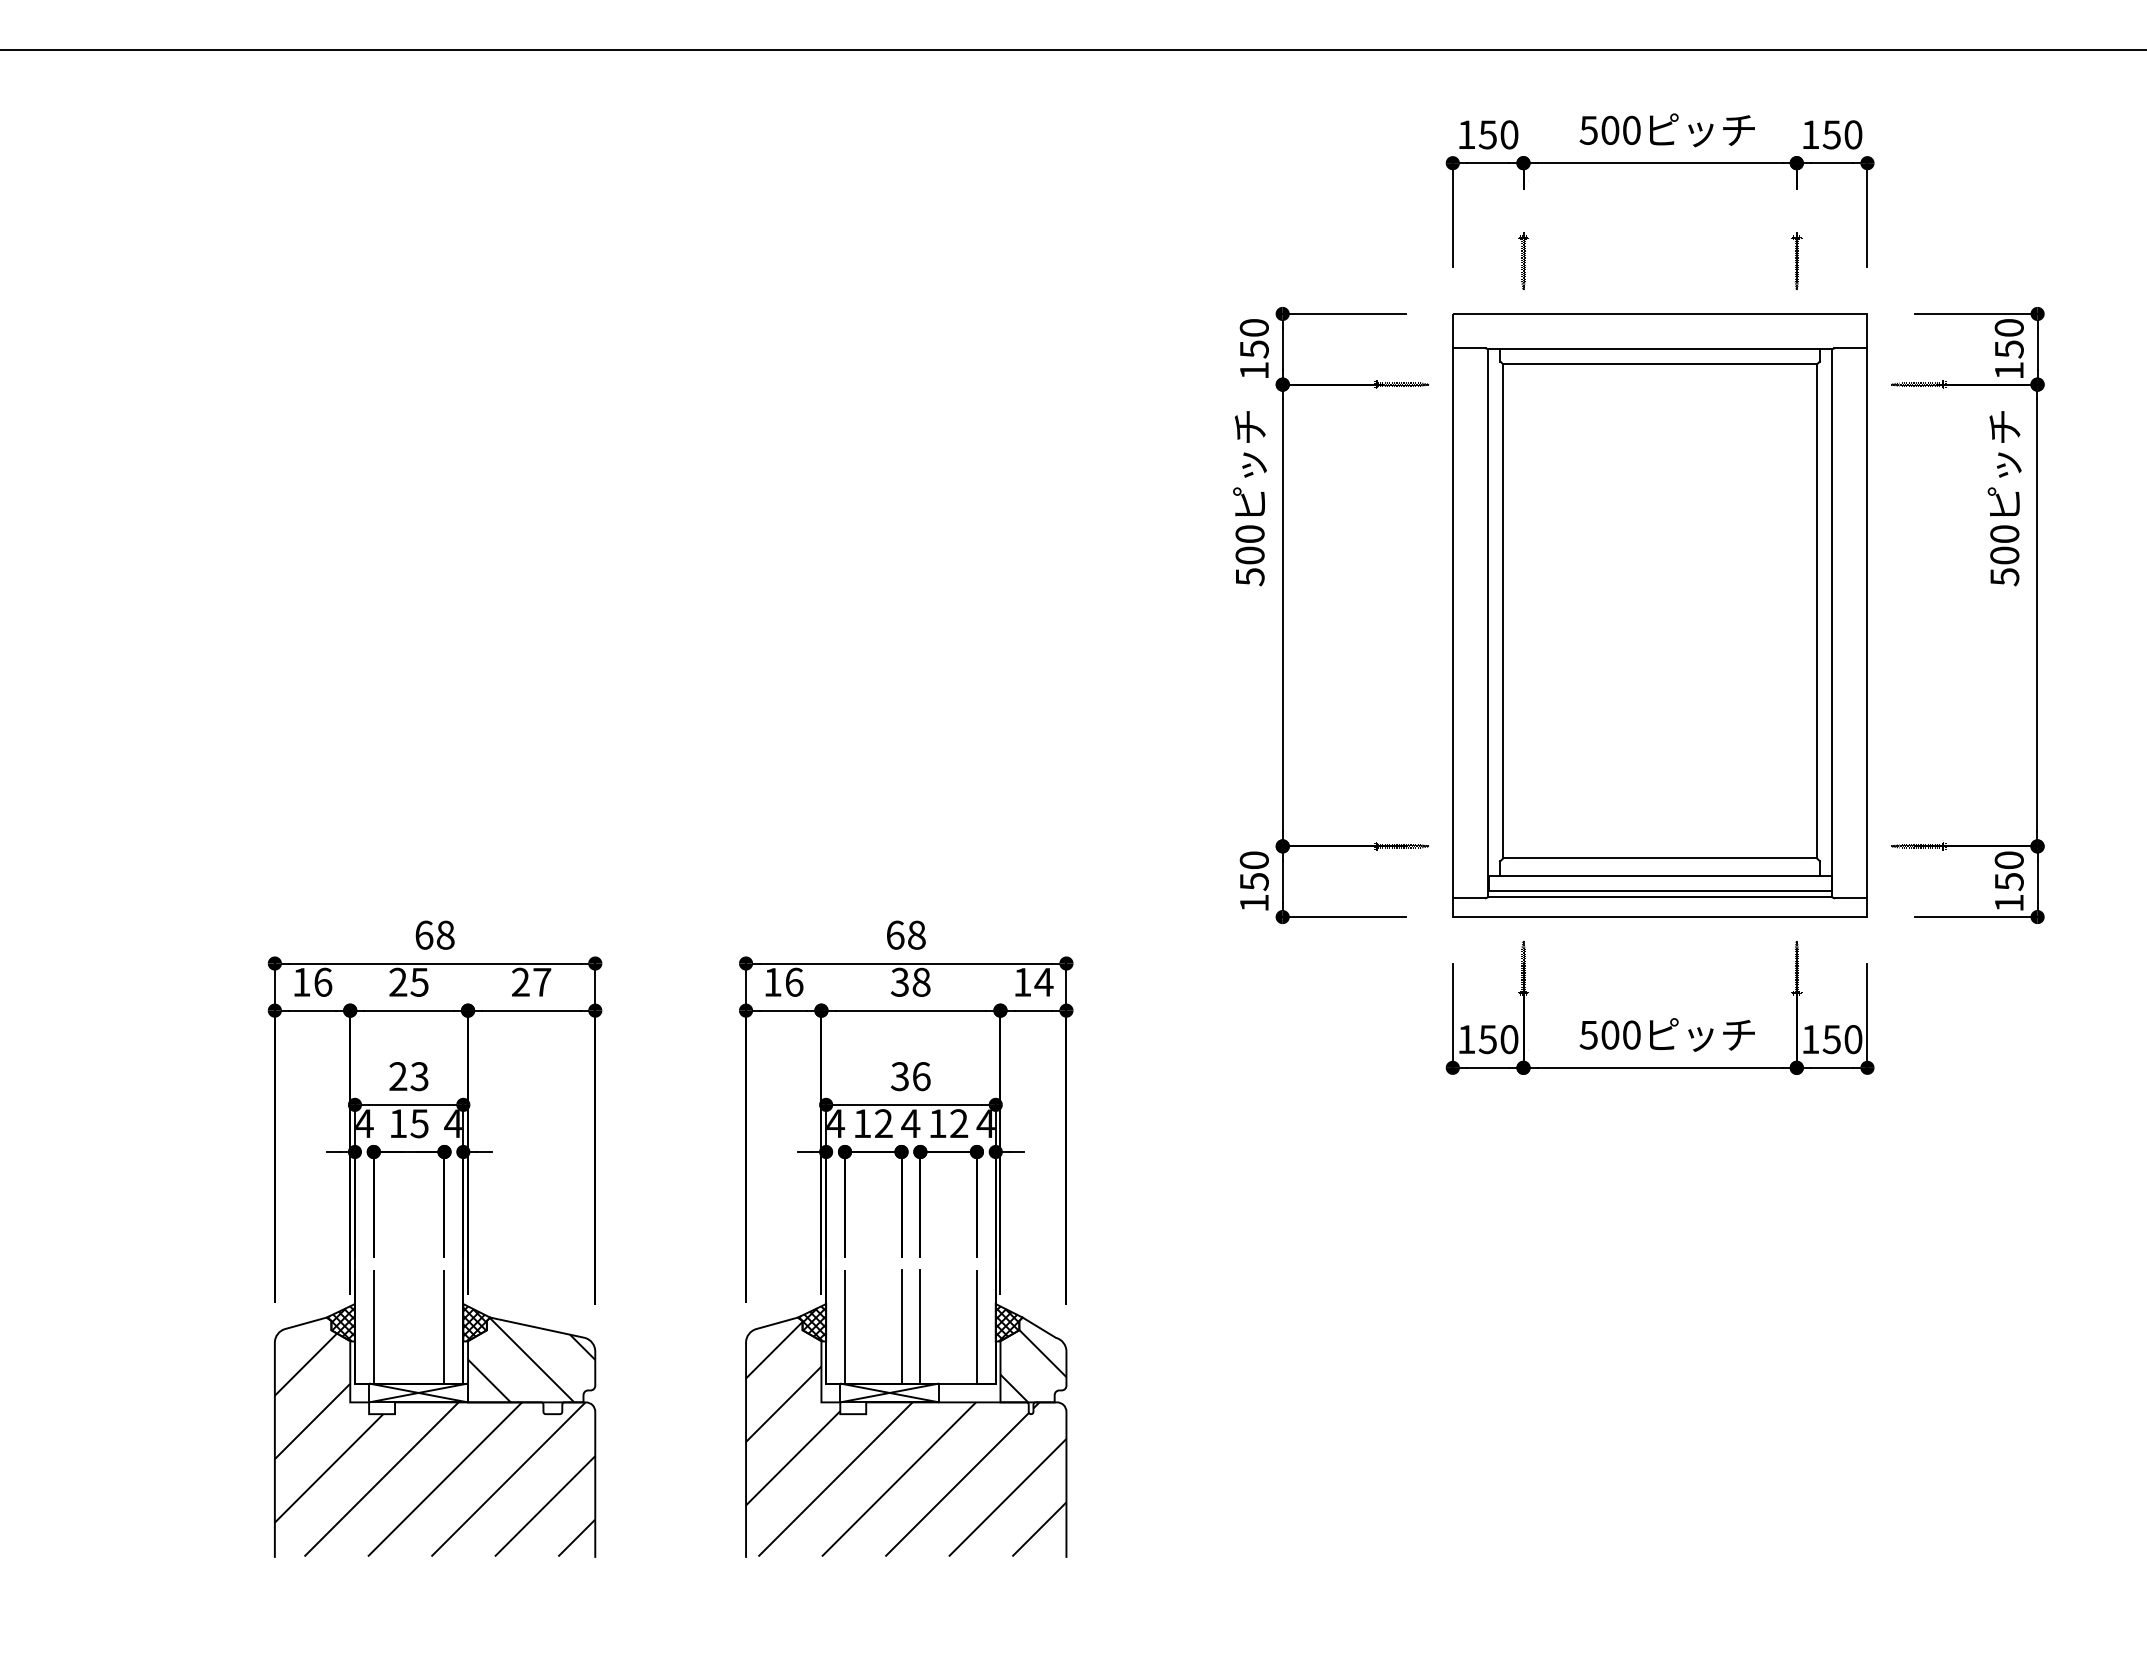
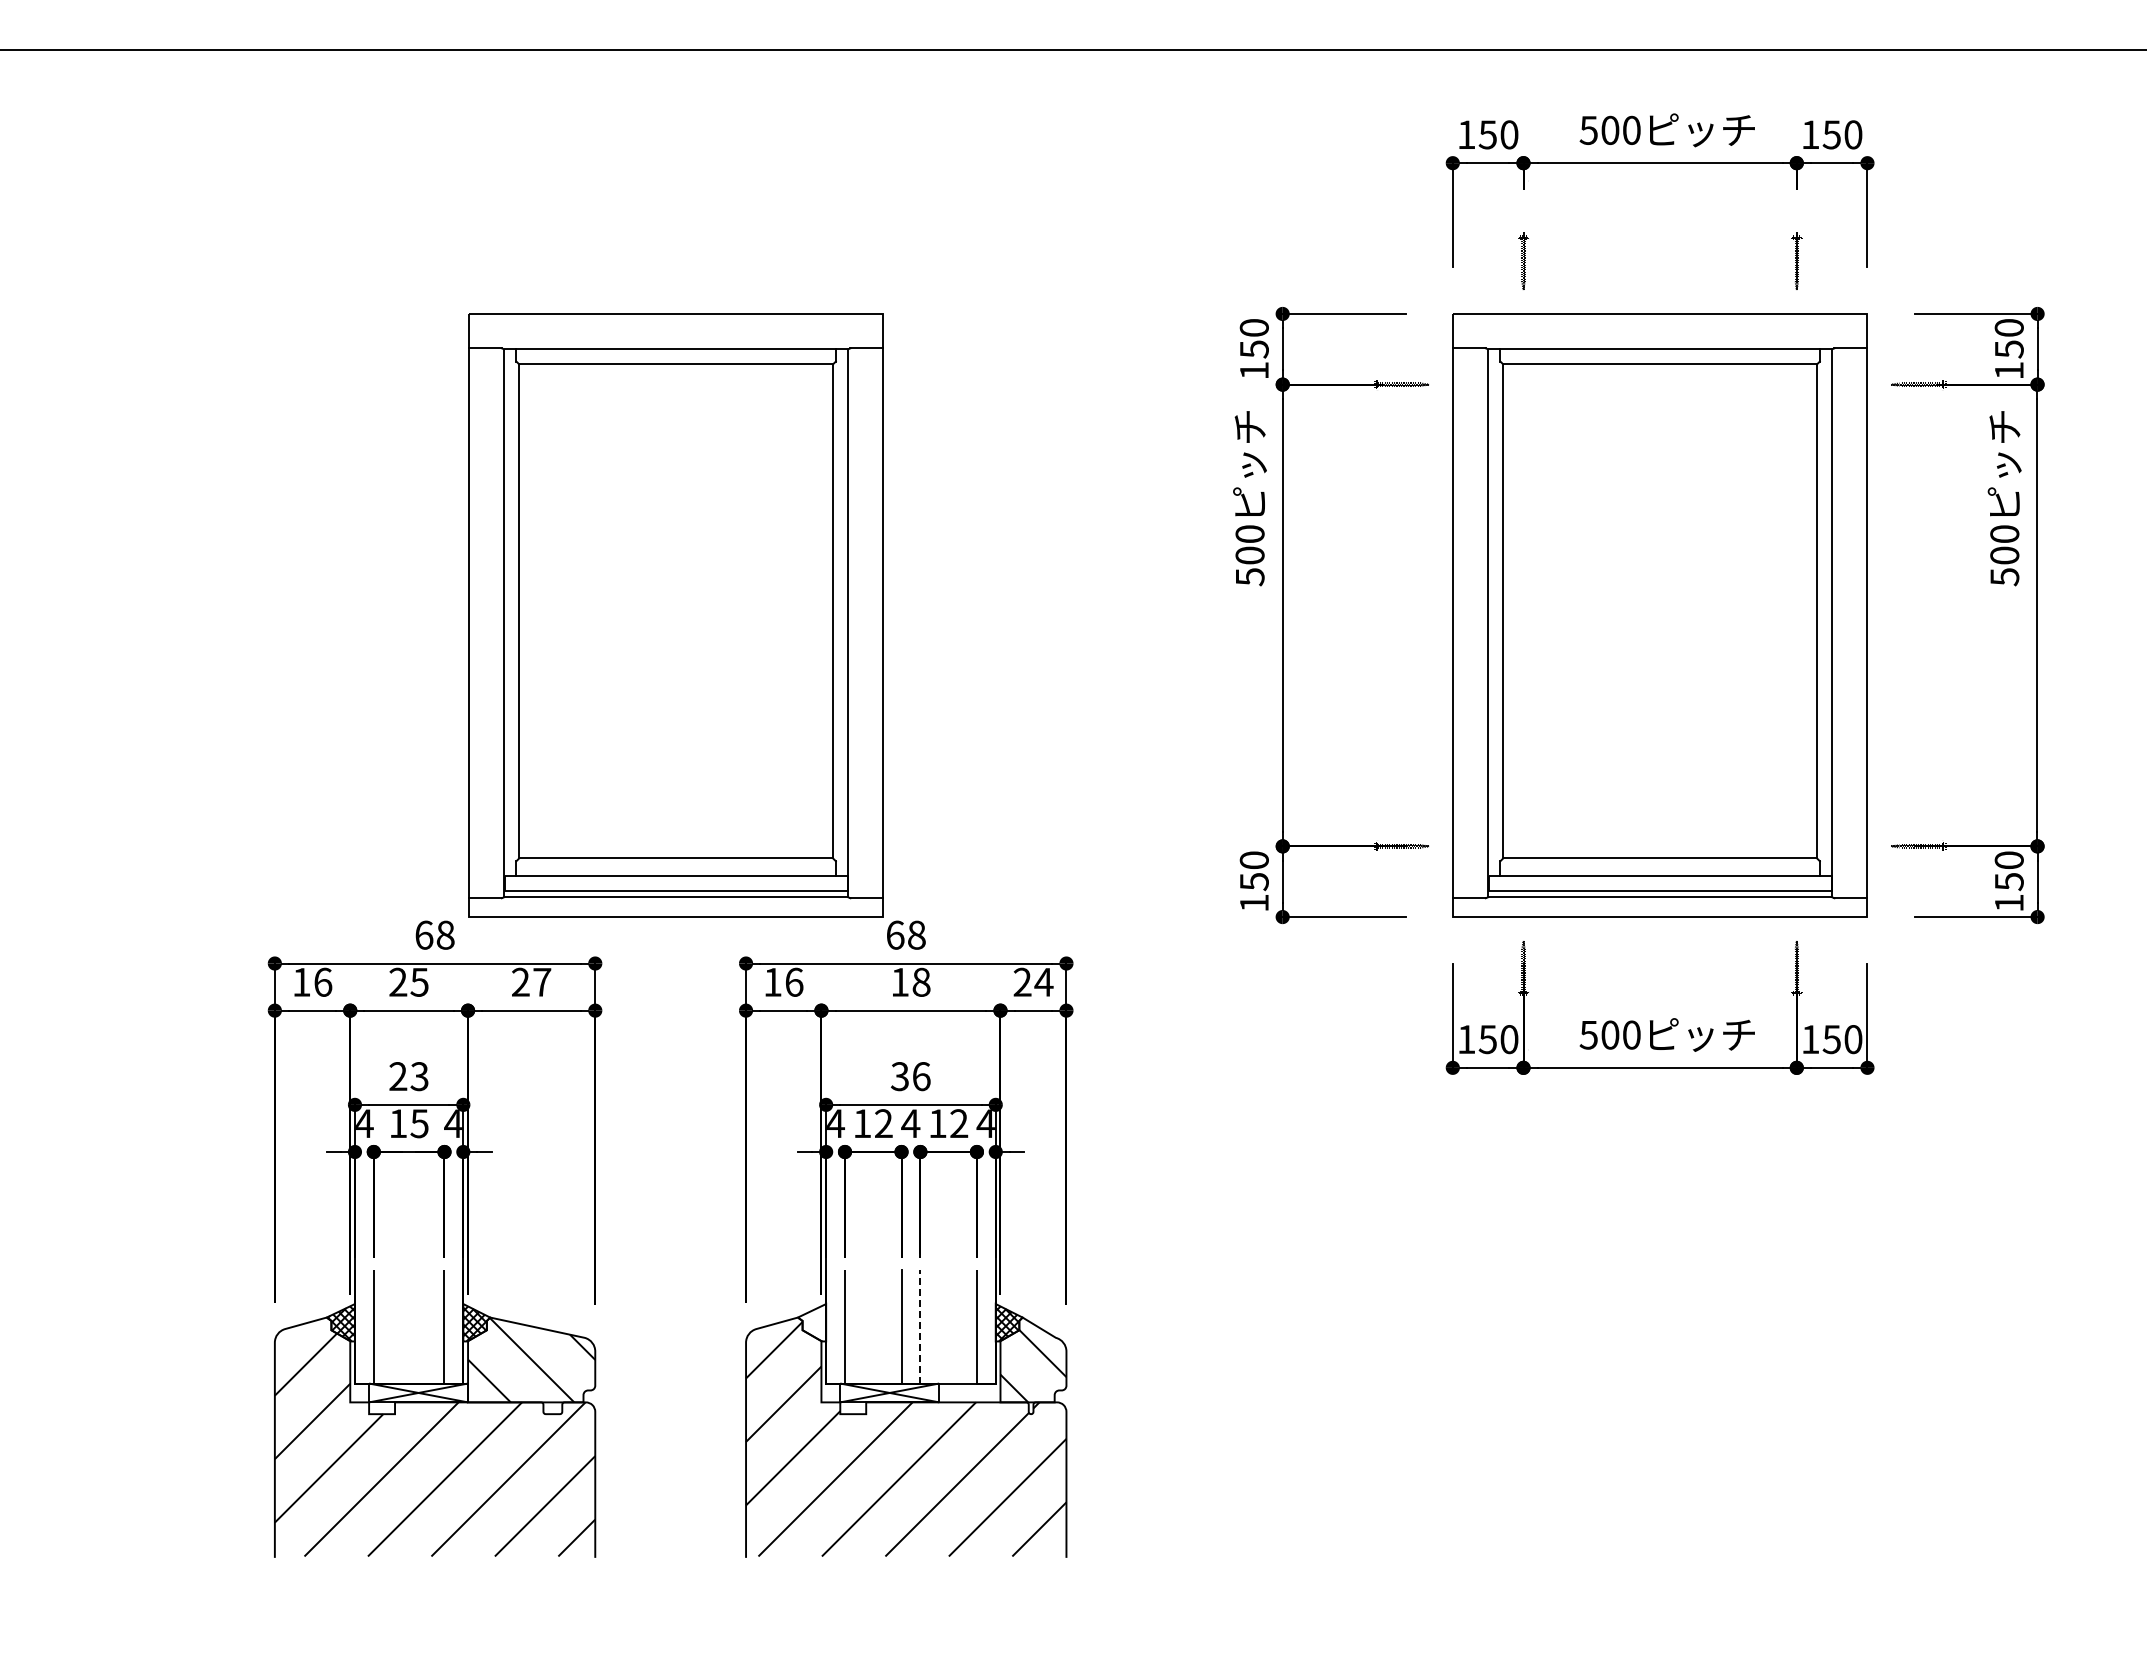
part at (675, 615): none -> present
text at (899, 981): 38 -> 18
text at (1022, 981): 14 -> 24
hatch at (812, 1323): present -> none
line at (920, 1327): solid -> dashed
